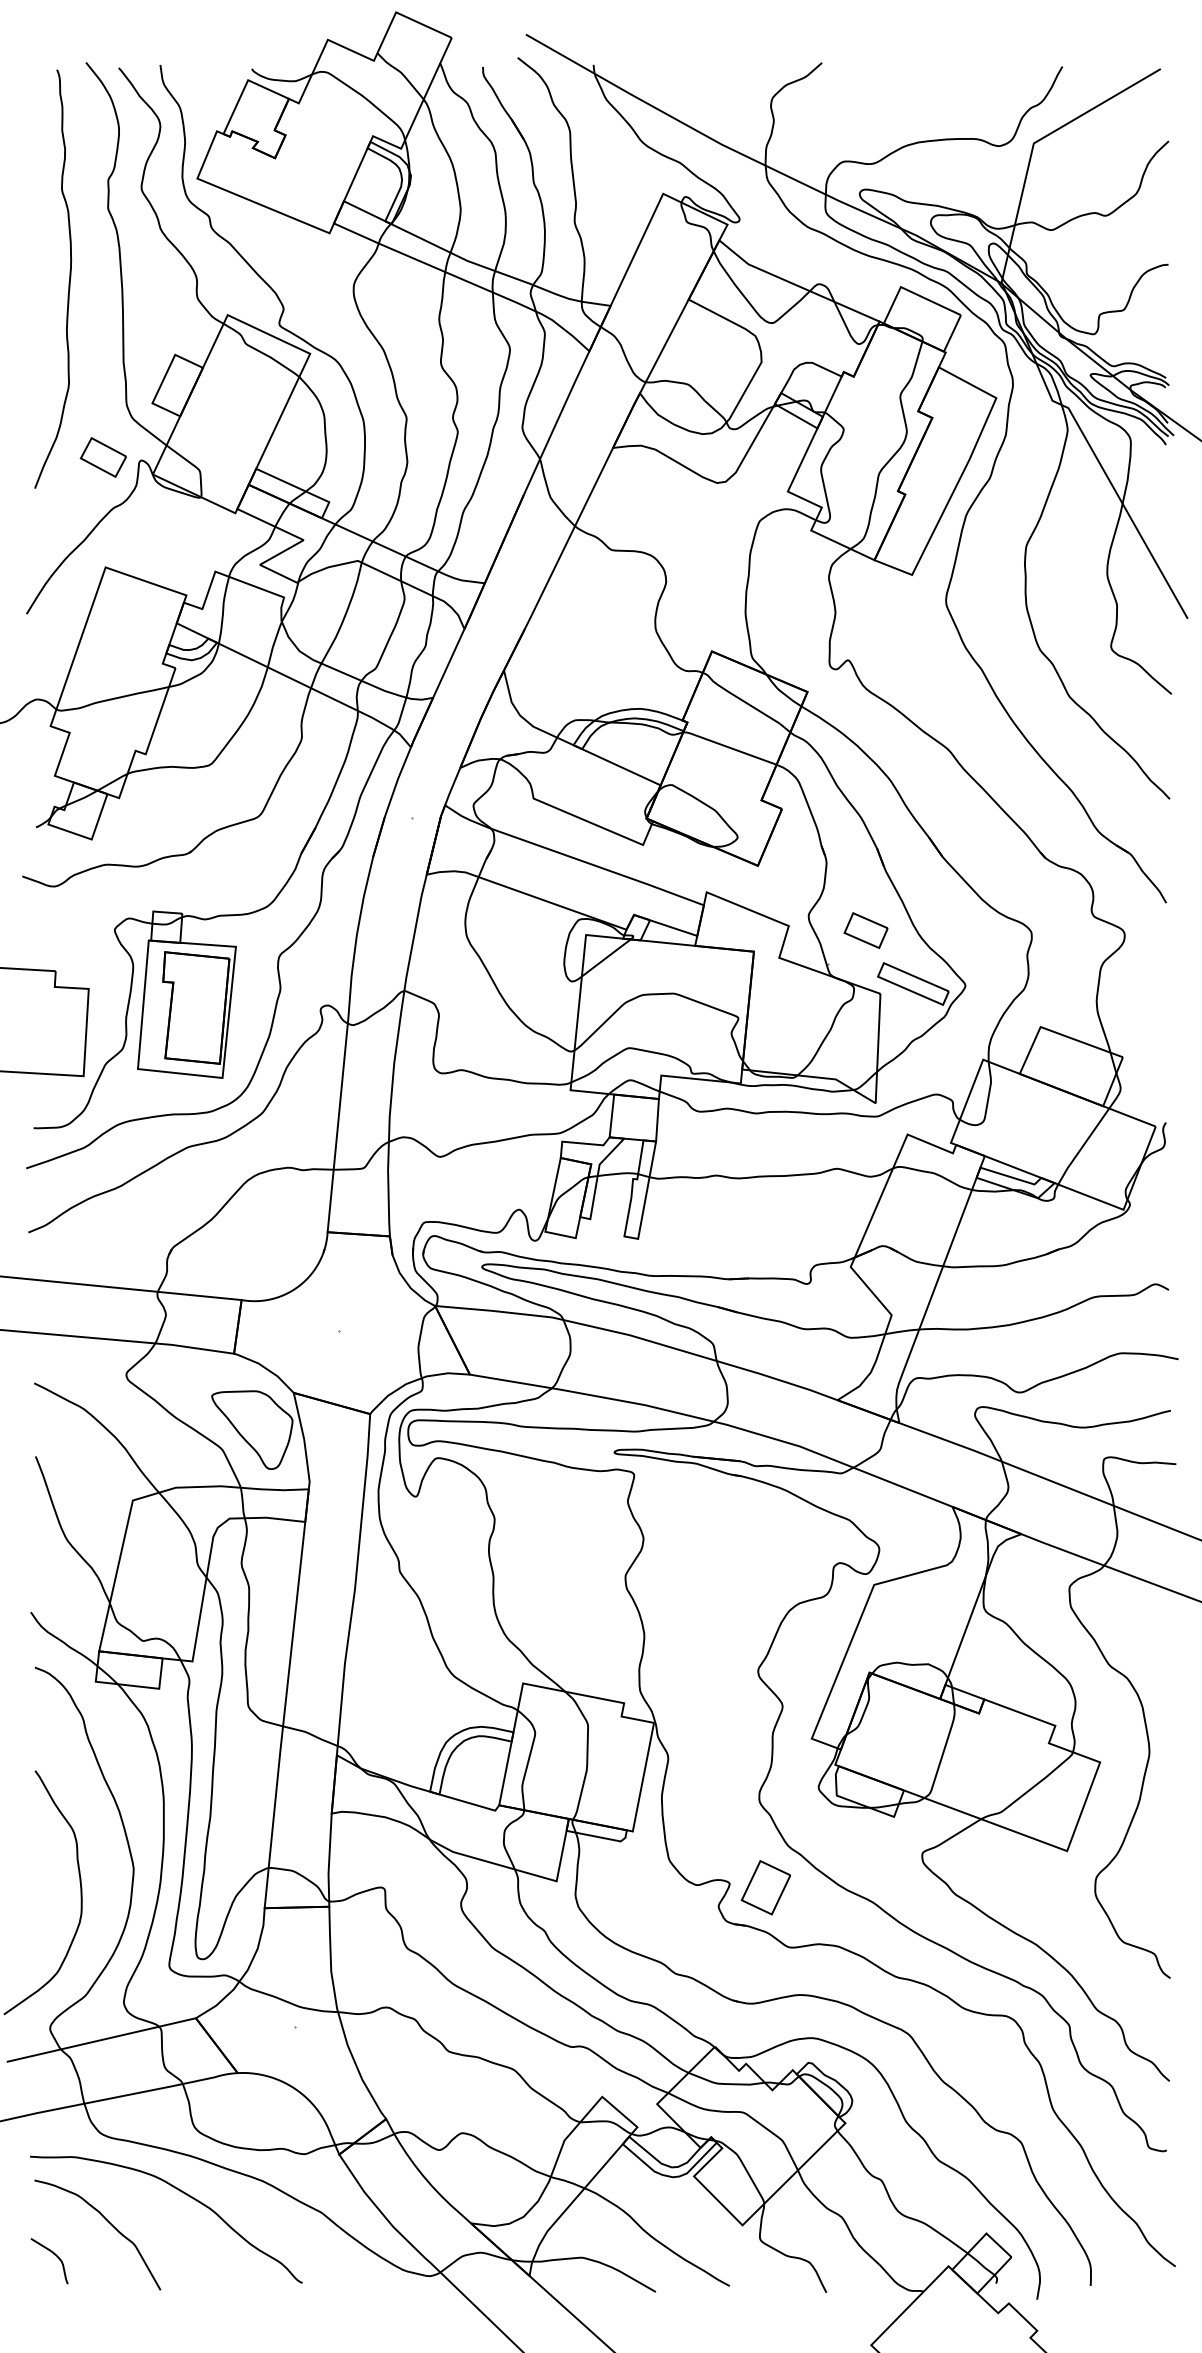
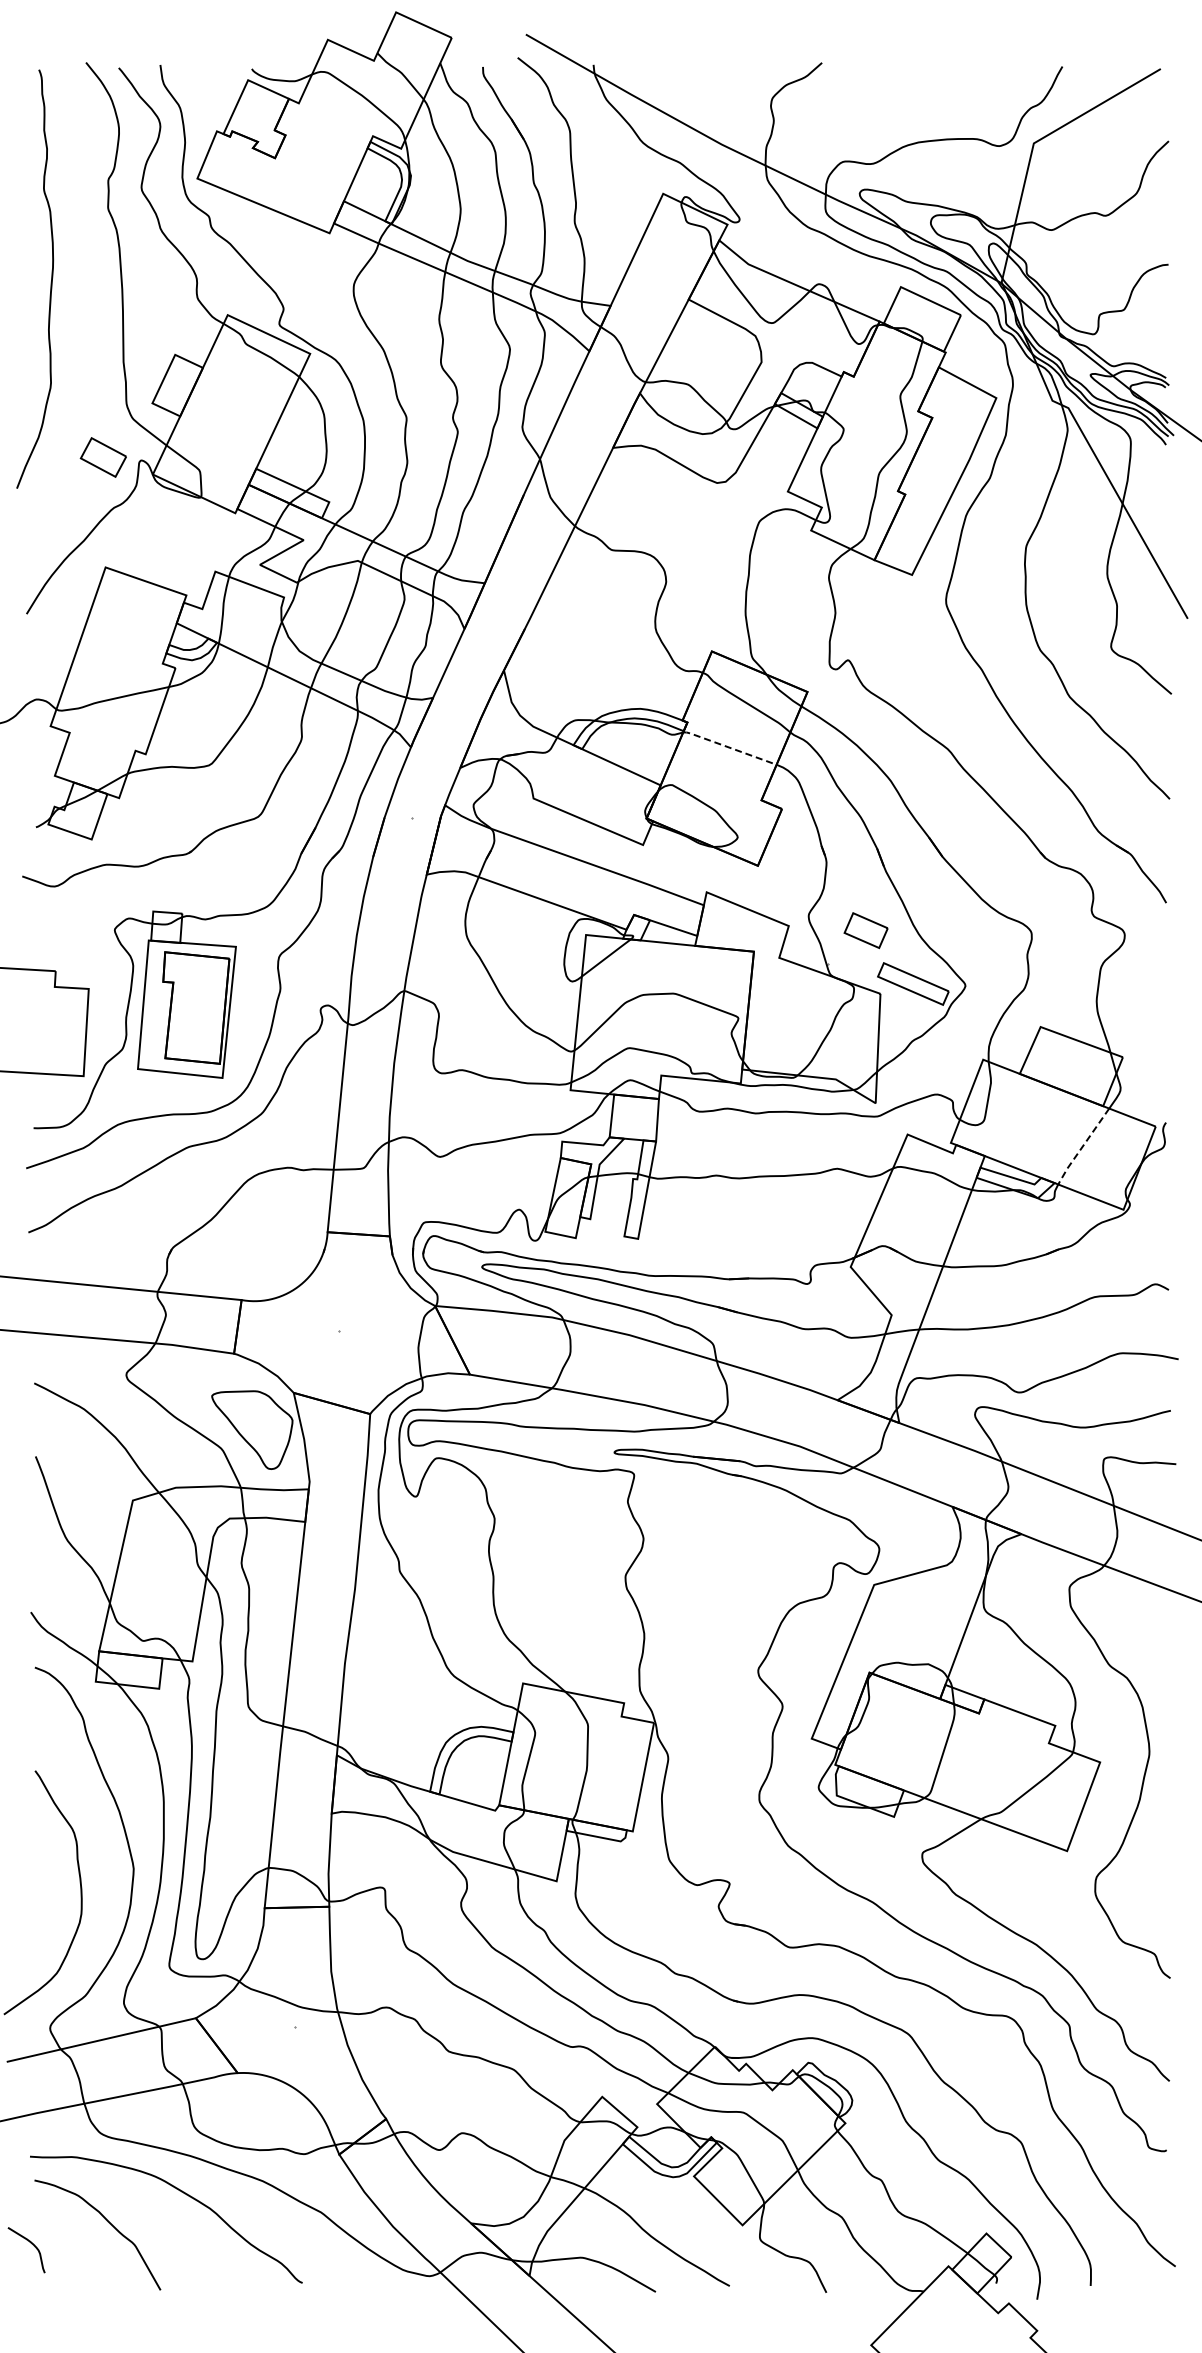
curve at (68, 282) position: (68, 282) -> (50, 282)
line at (728, 747): solid -> dashed
line at (1082, 1146): solid -> dashed
part at (765, 1887): present -> none
curve at (54, 2255) position: (54, 2255) -> (31, 2244)
